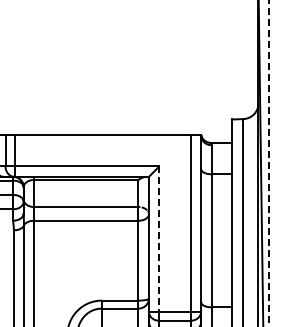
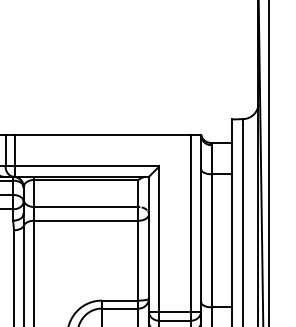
line at (268, 163): dashed -> solid
line at (159, 239): dashed -> solid
